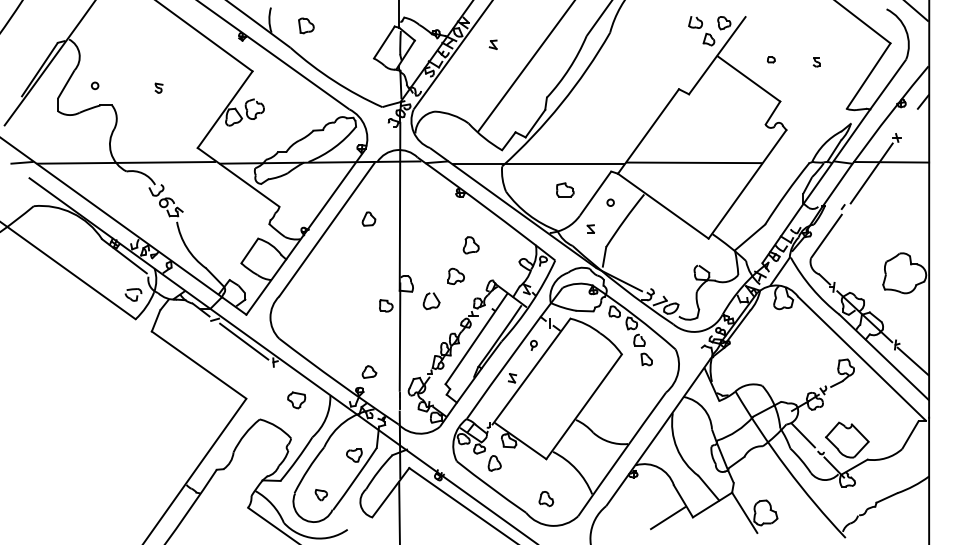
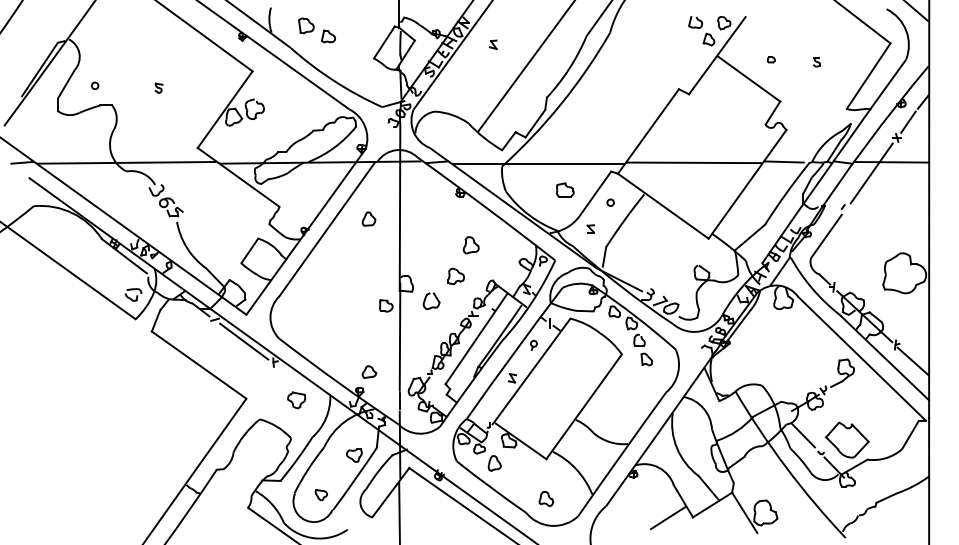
part at (328, 36): none -> present
line at (908, 121): none -> present
line at (783, 161): none -> present
